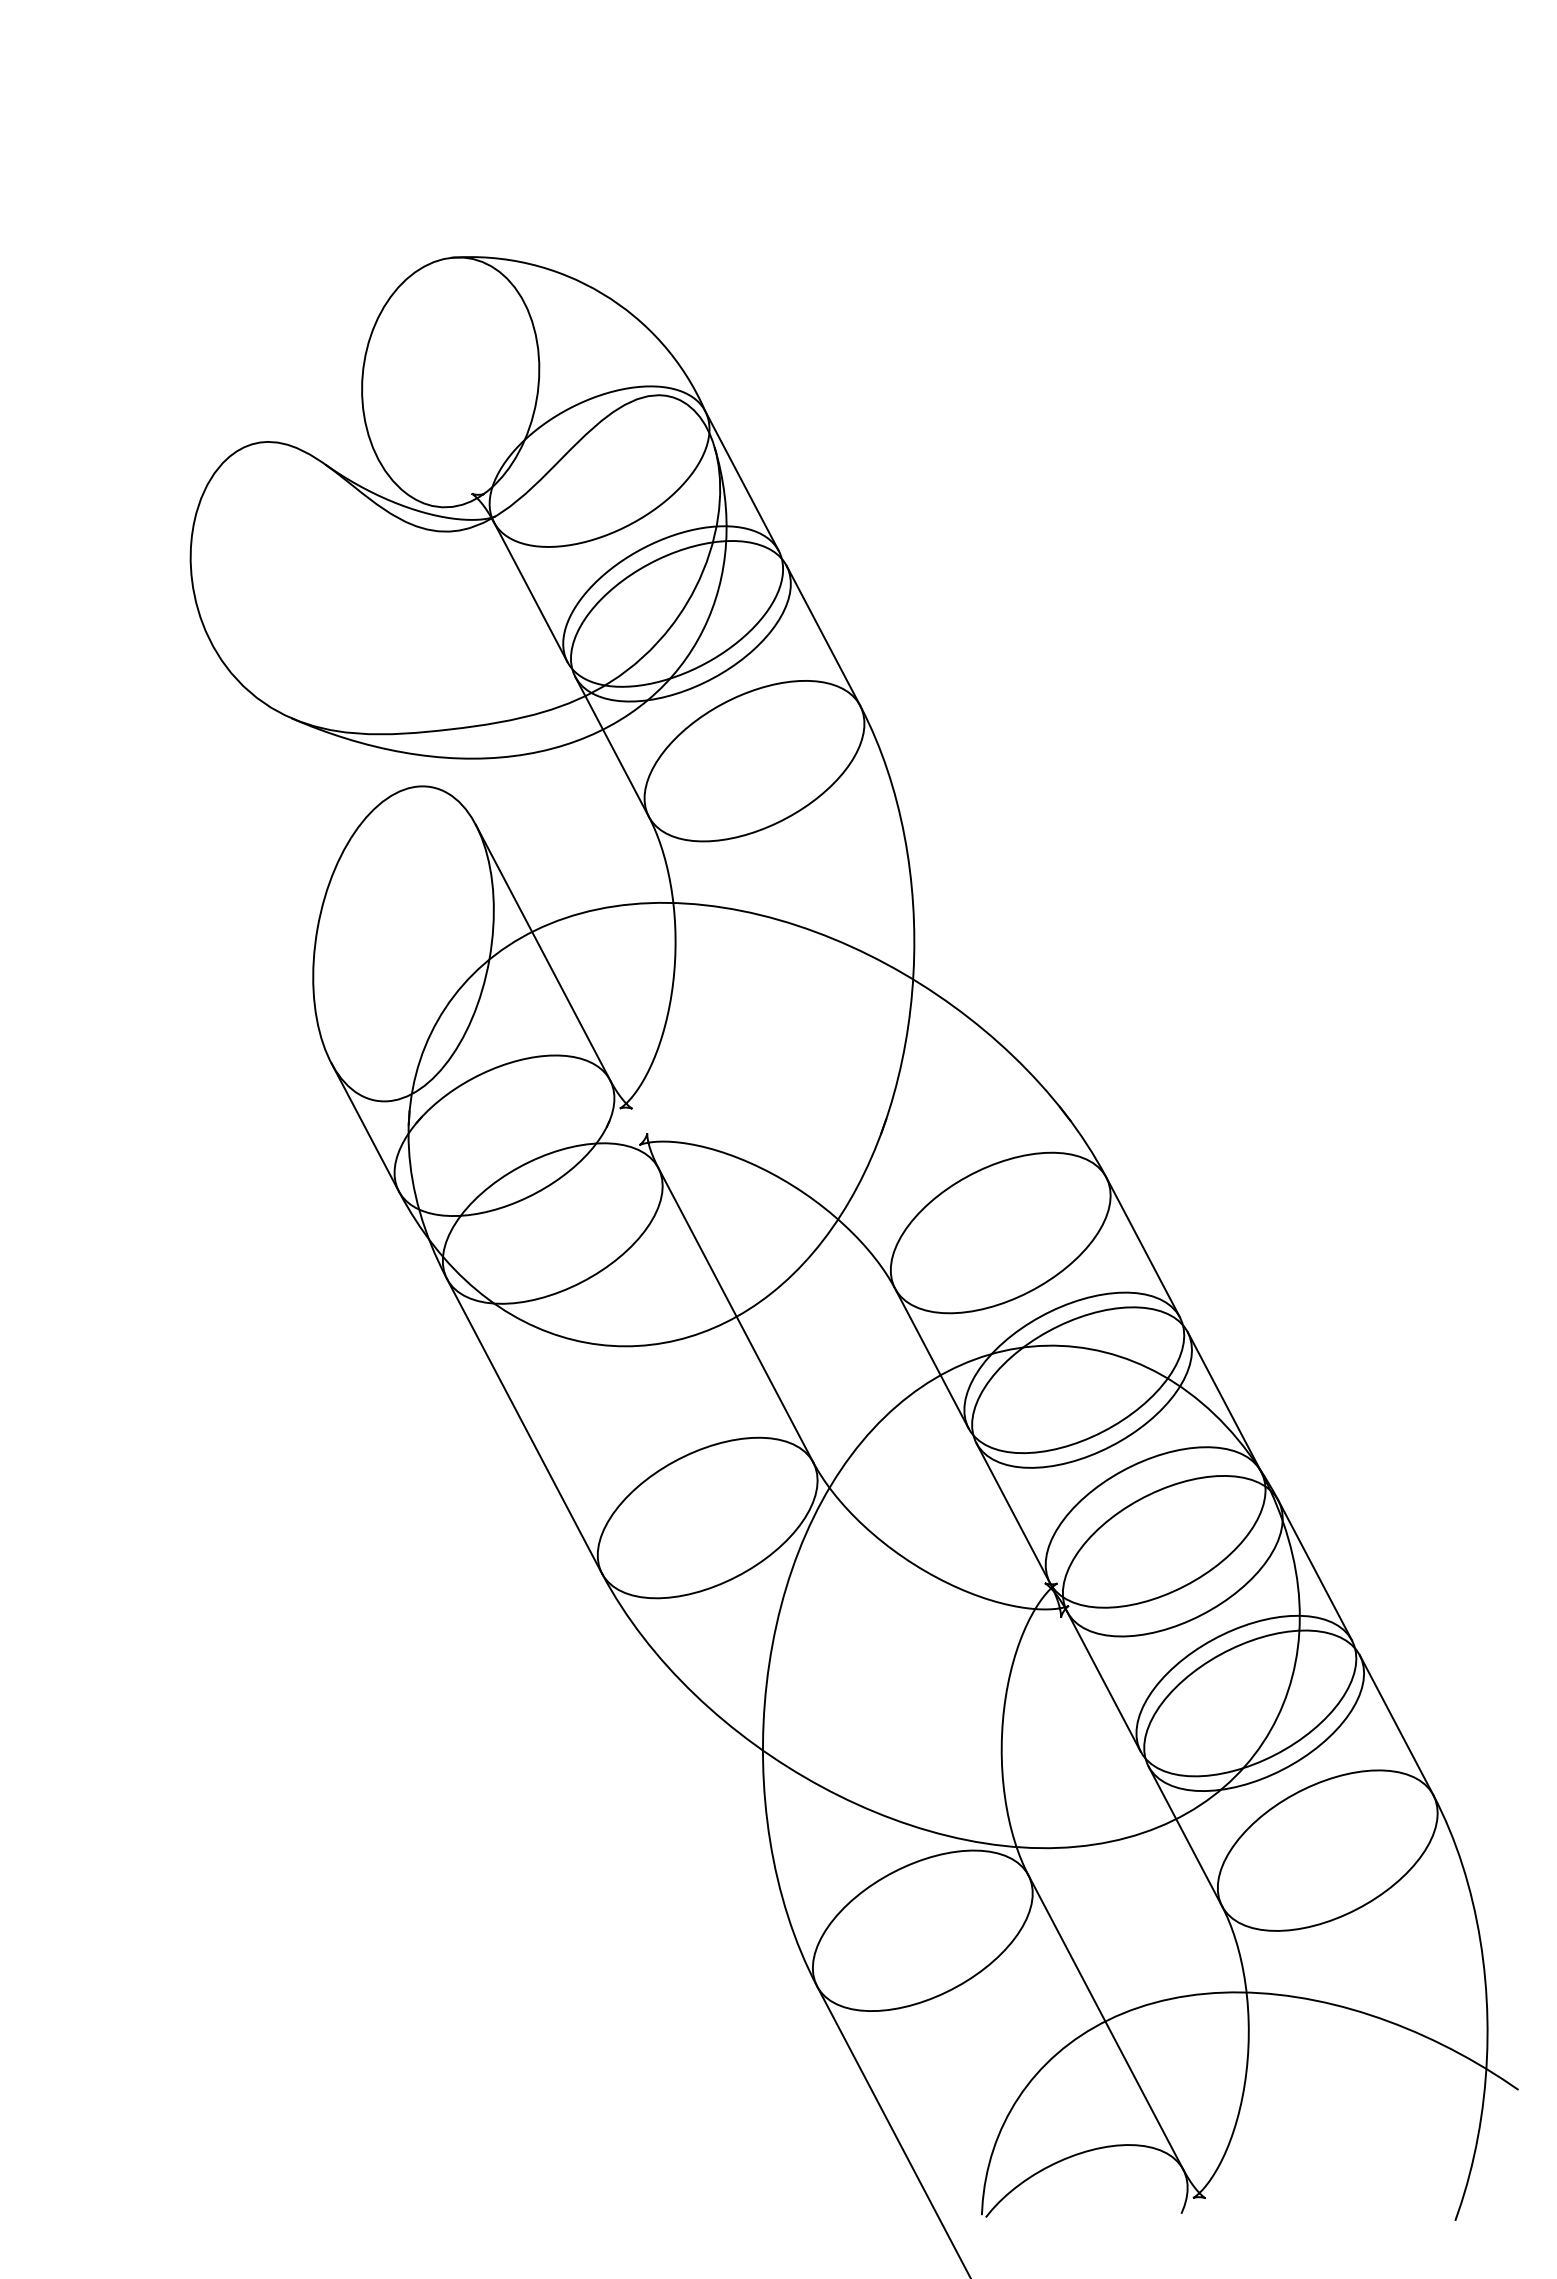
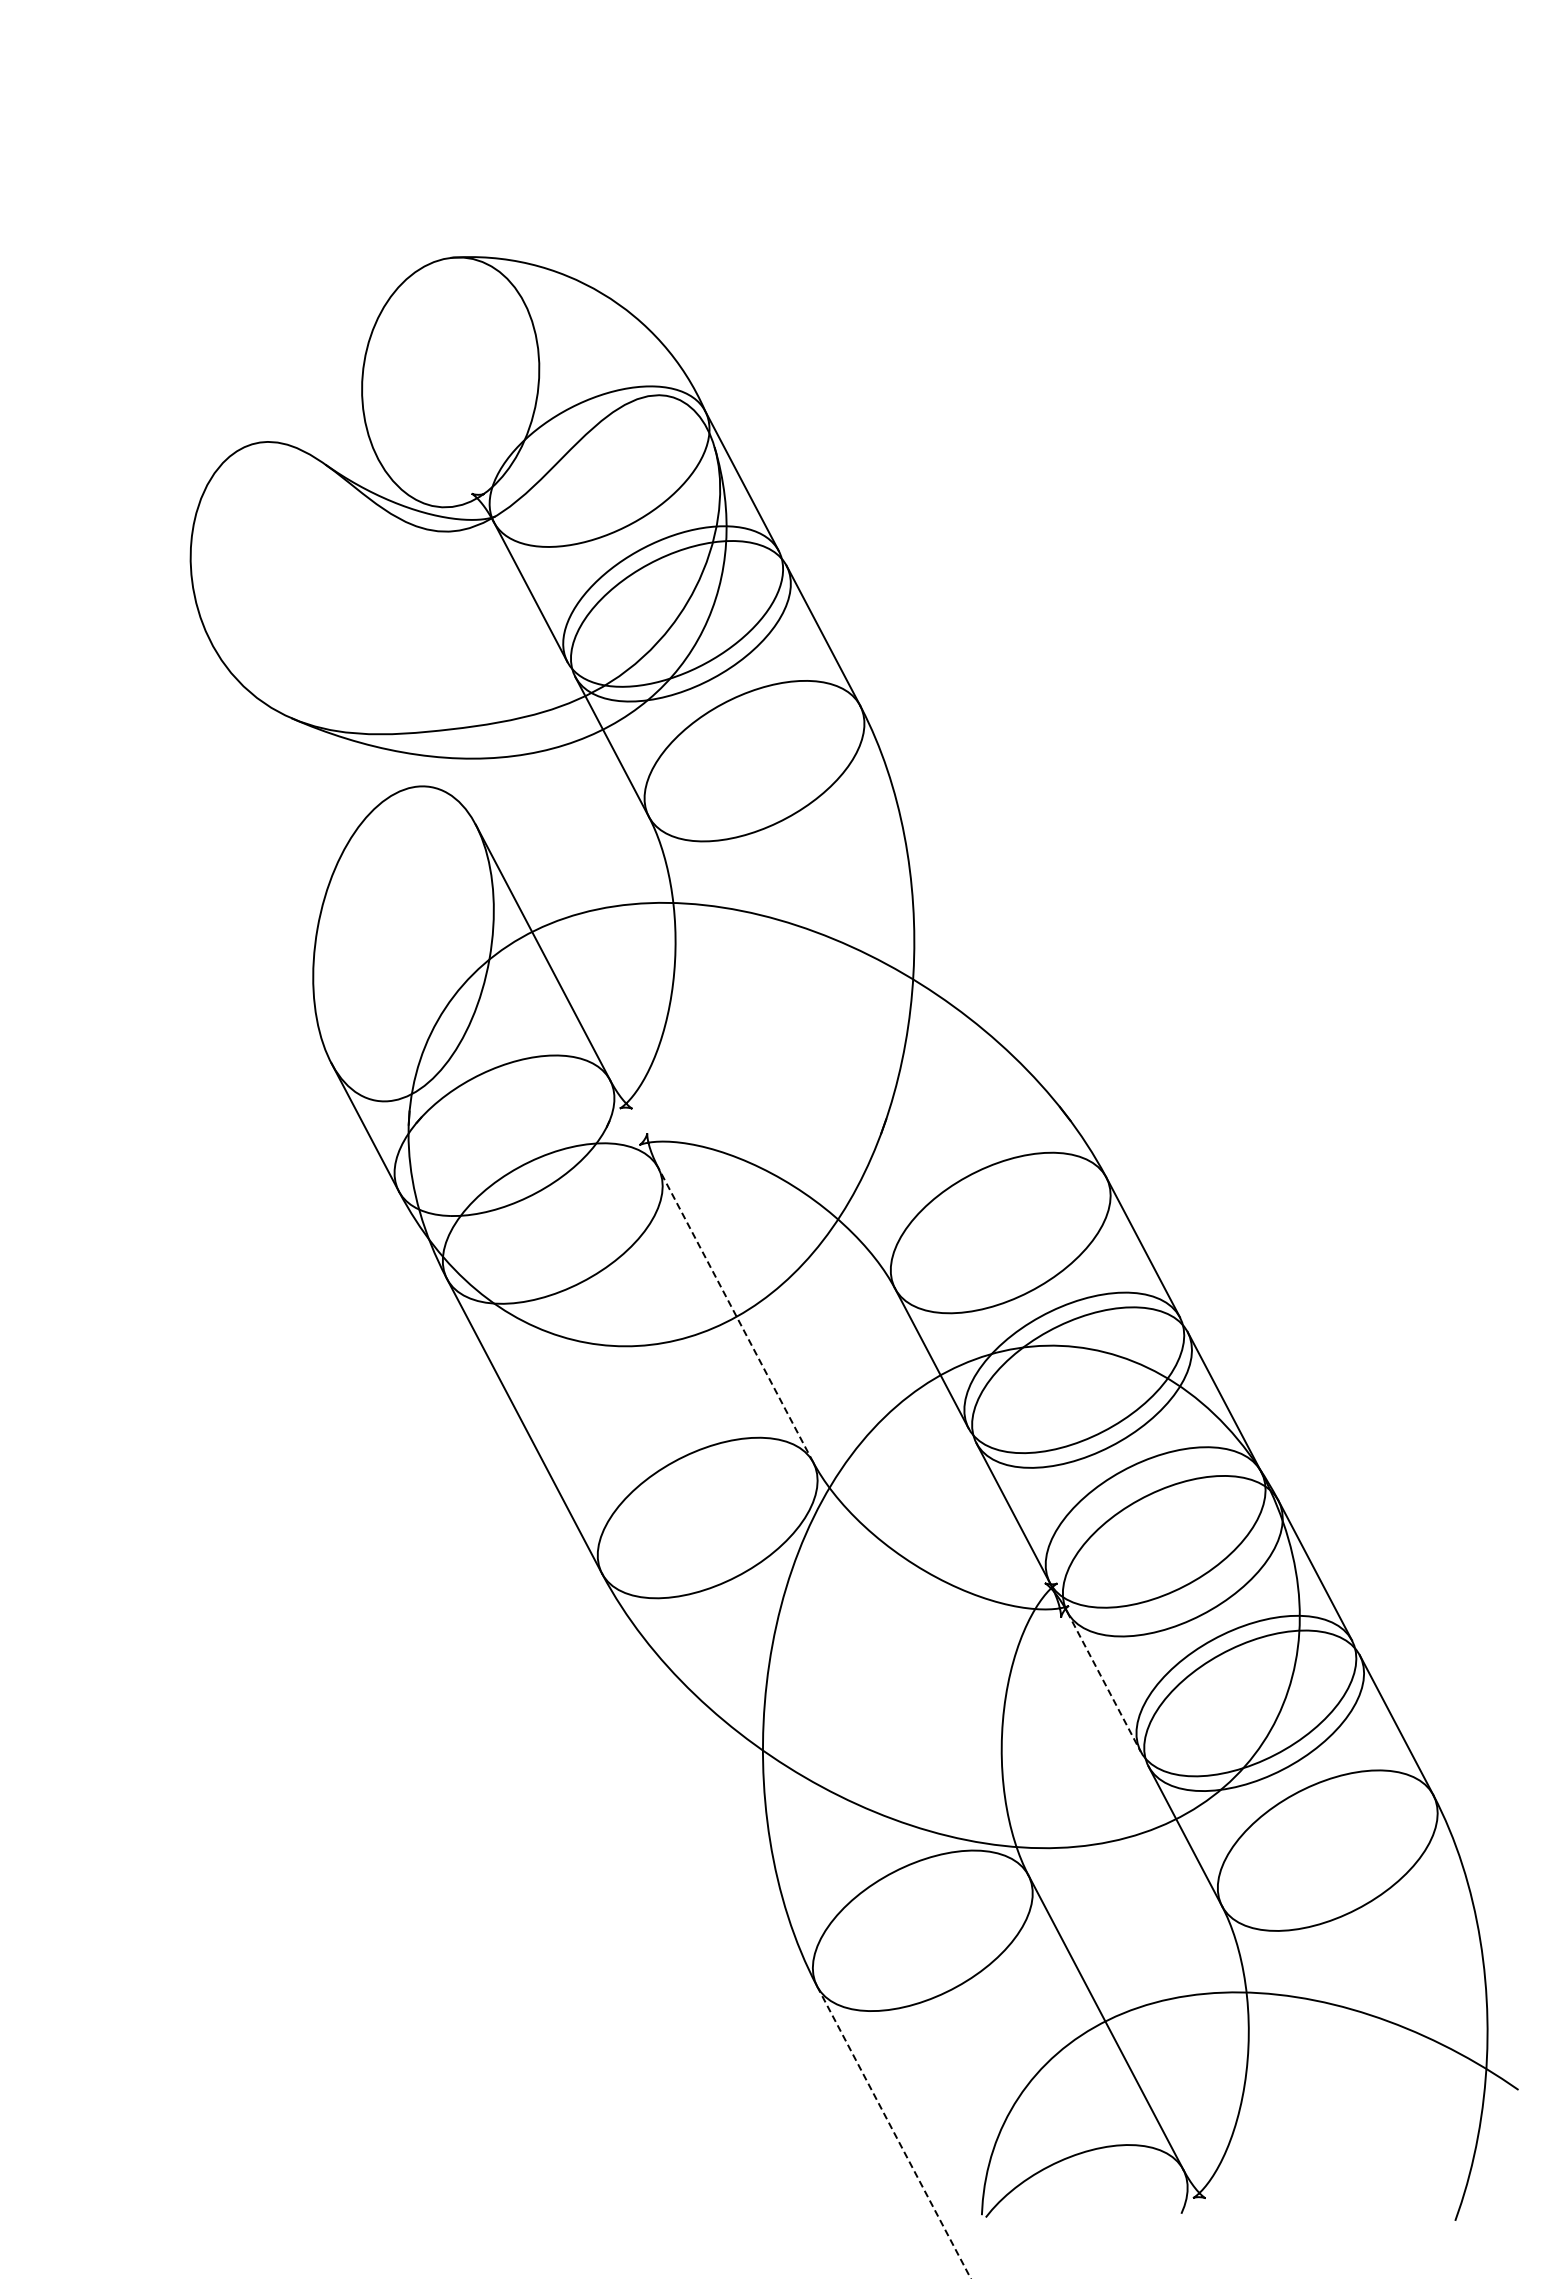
line at (735, 1314): solid -> dashed
line at (1104, 1682): solid -> dashed
line at (893, 2132): solid -> dashed
